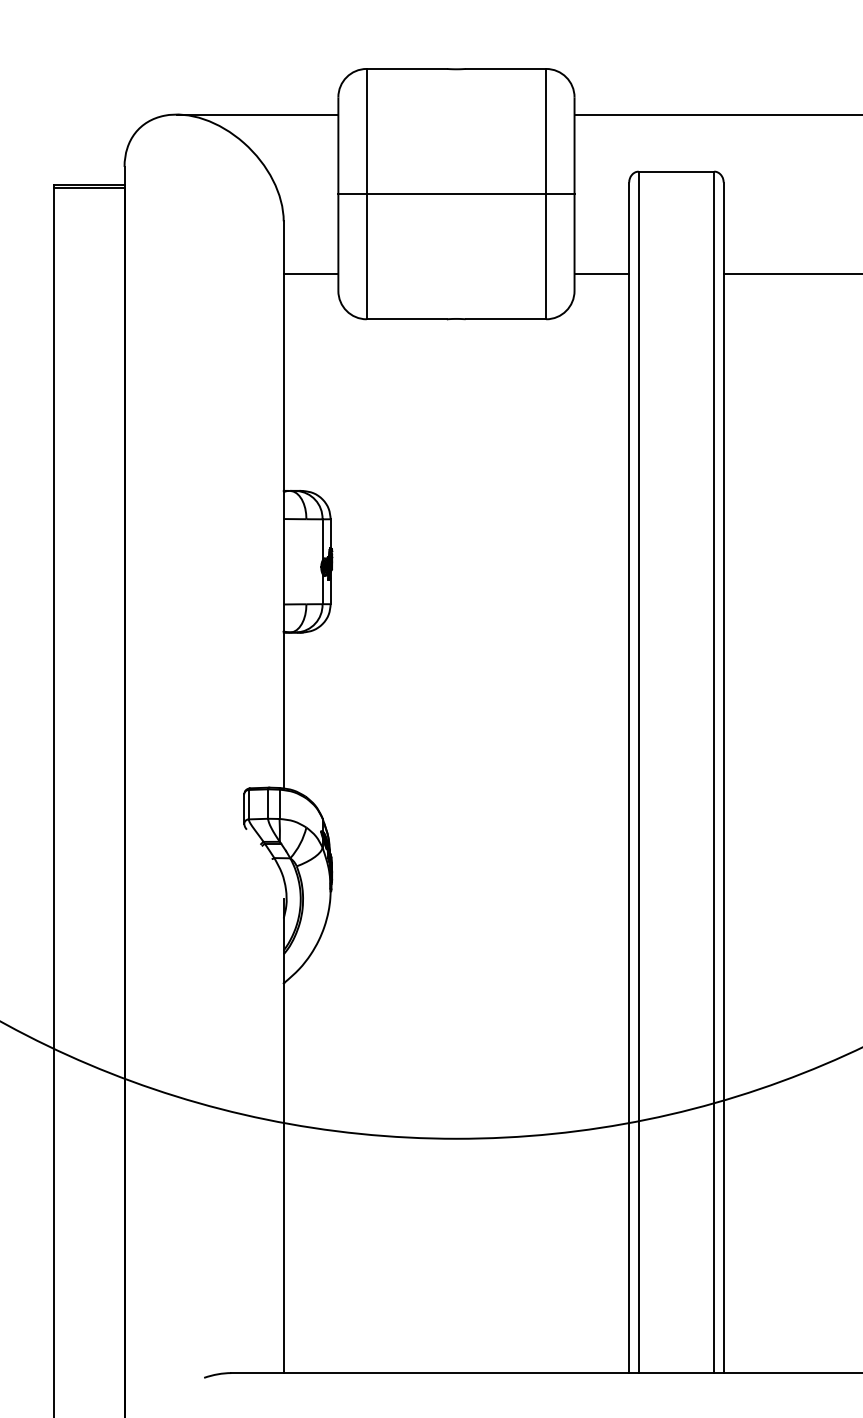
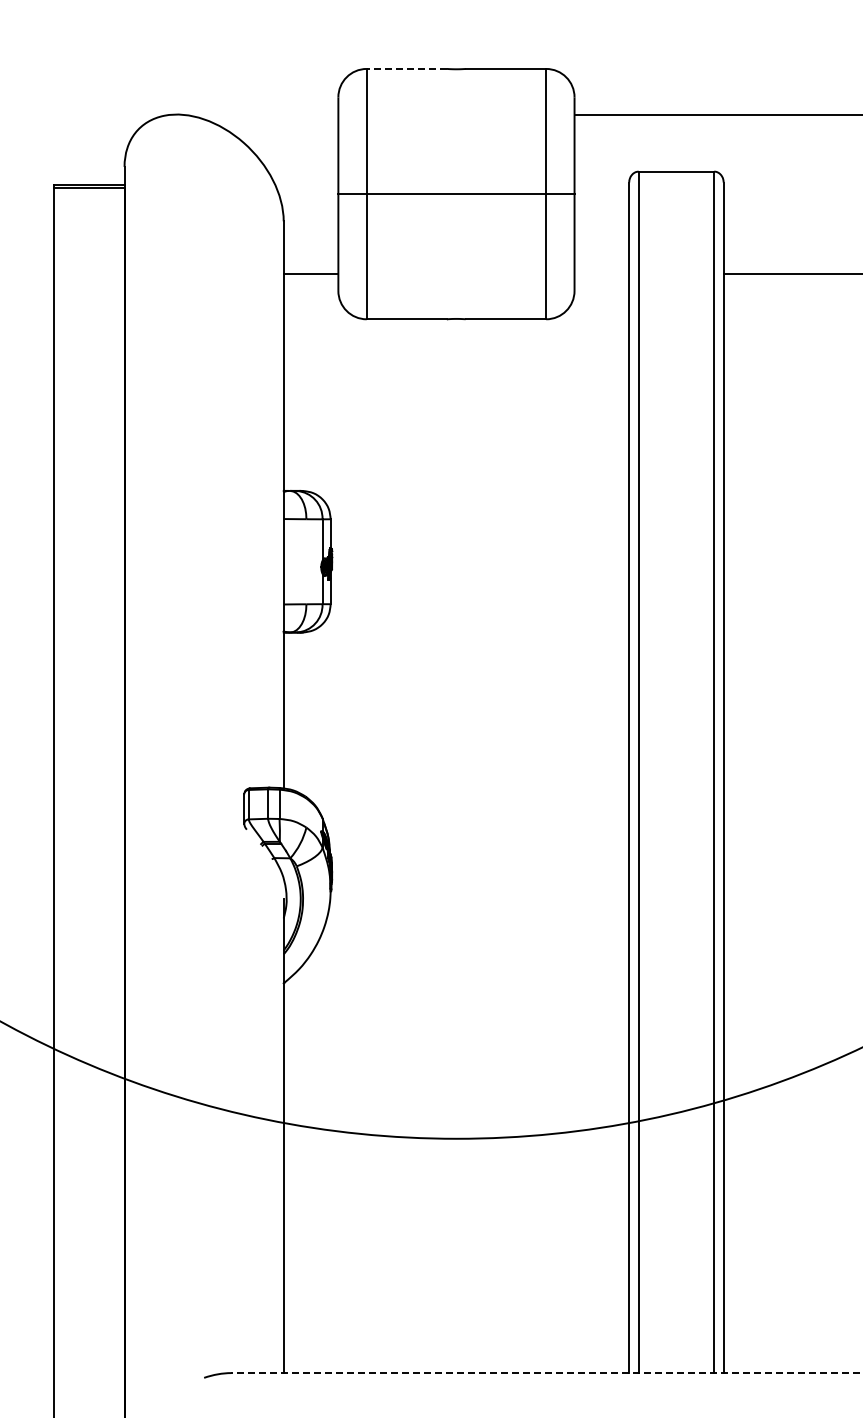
line at (406, 68): solid -> dashed
line at (257, 114): present -> none
line at (601, 273): present -> none
line at (546, 1373): solid -> dashed
